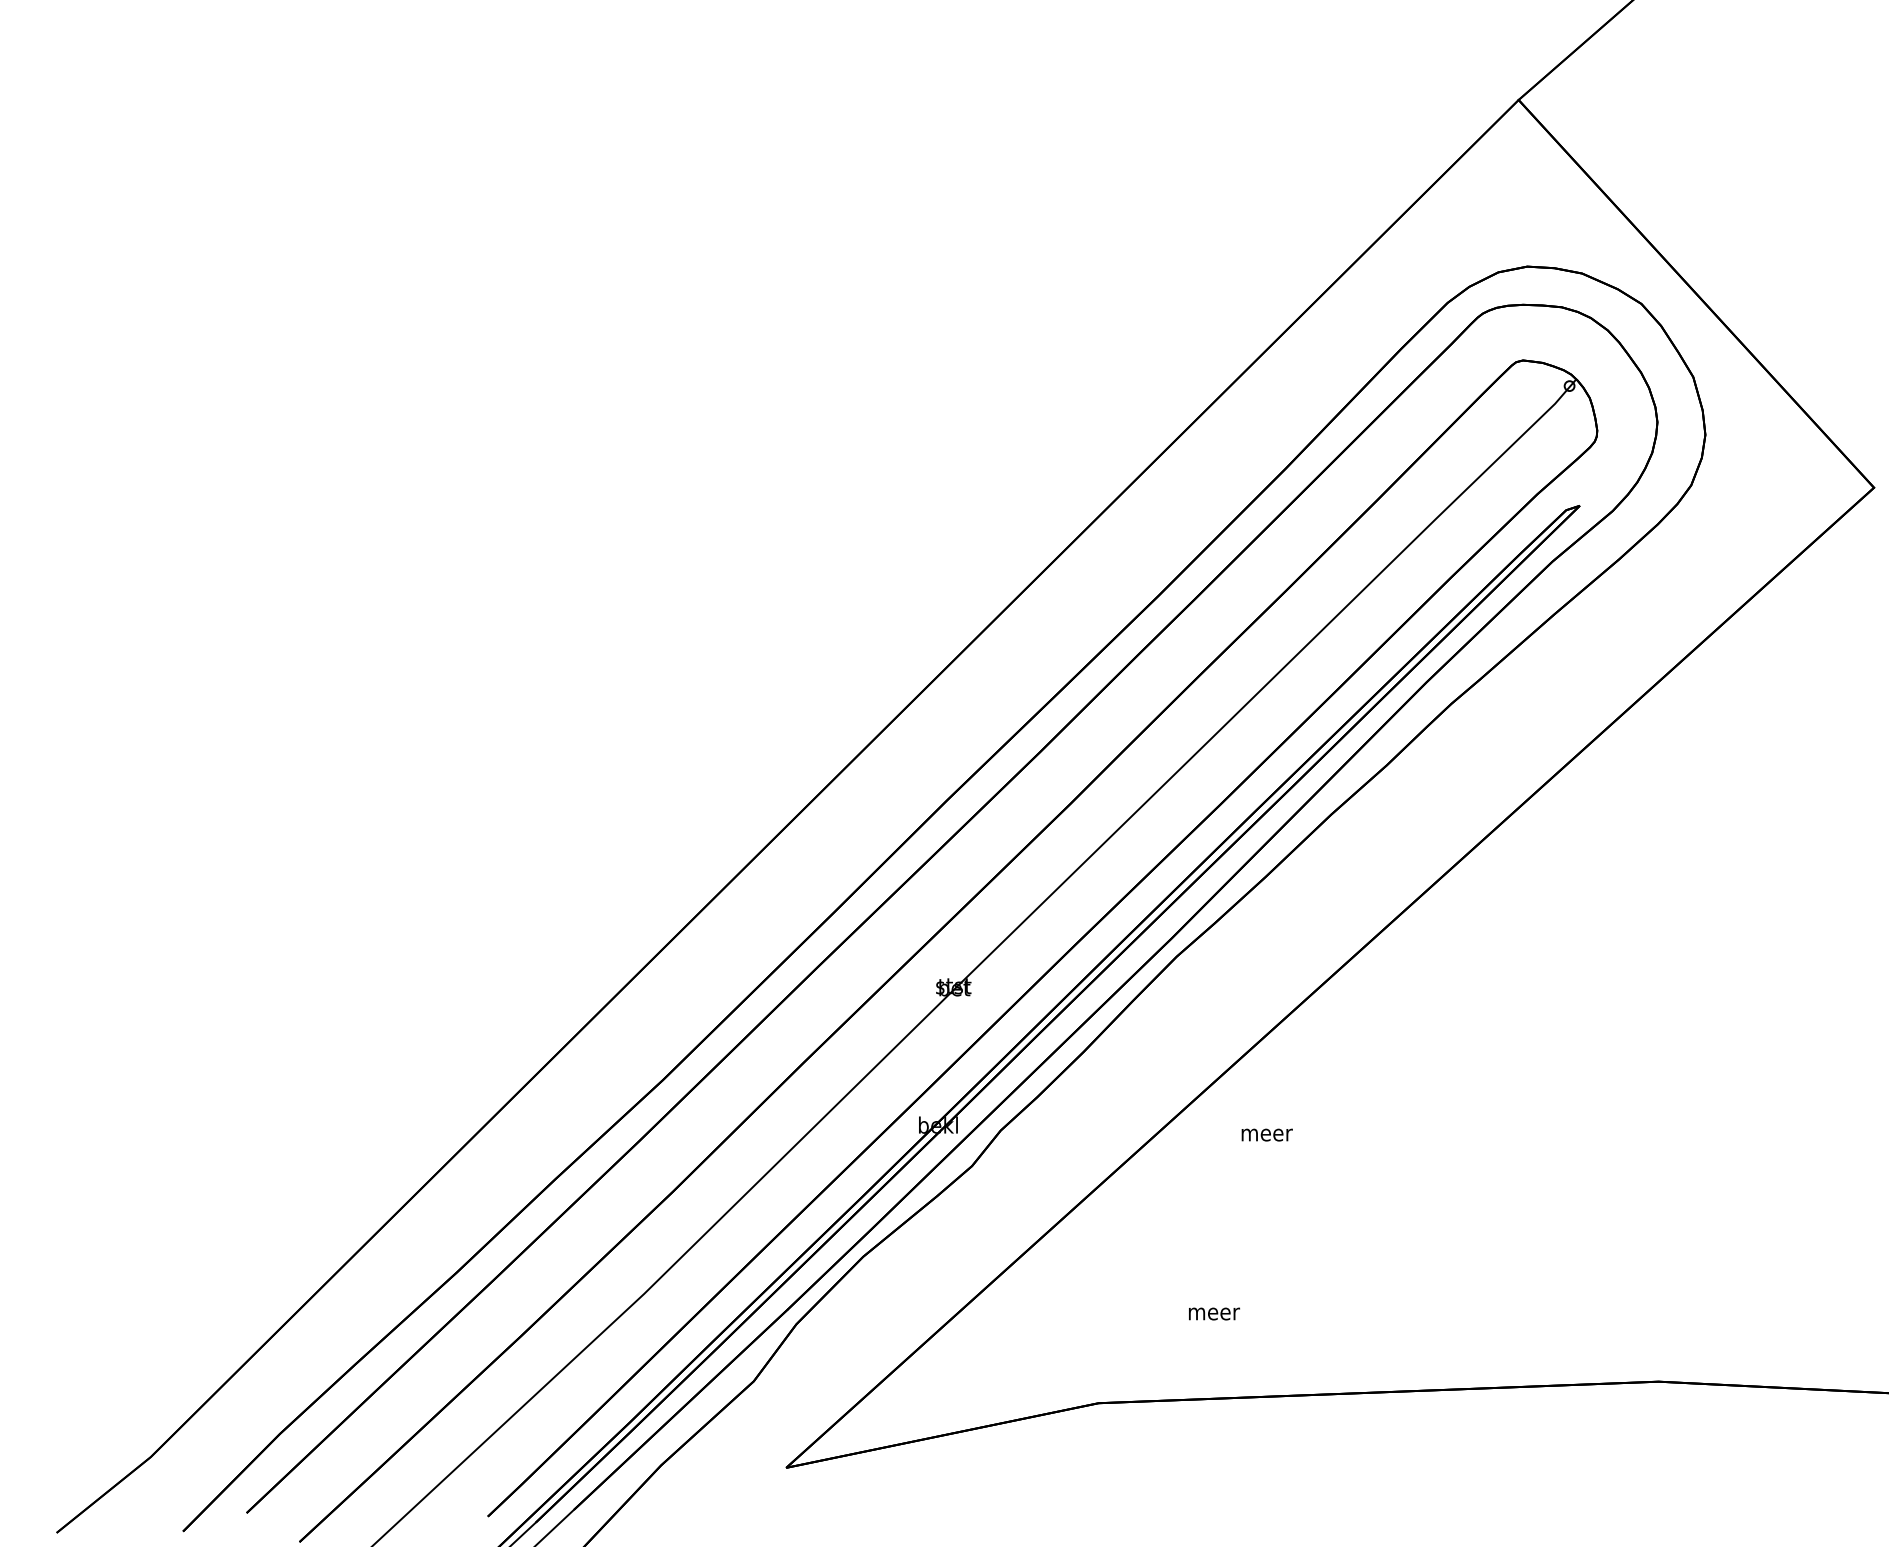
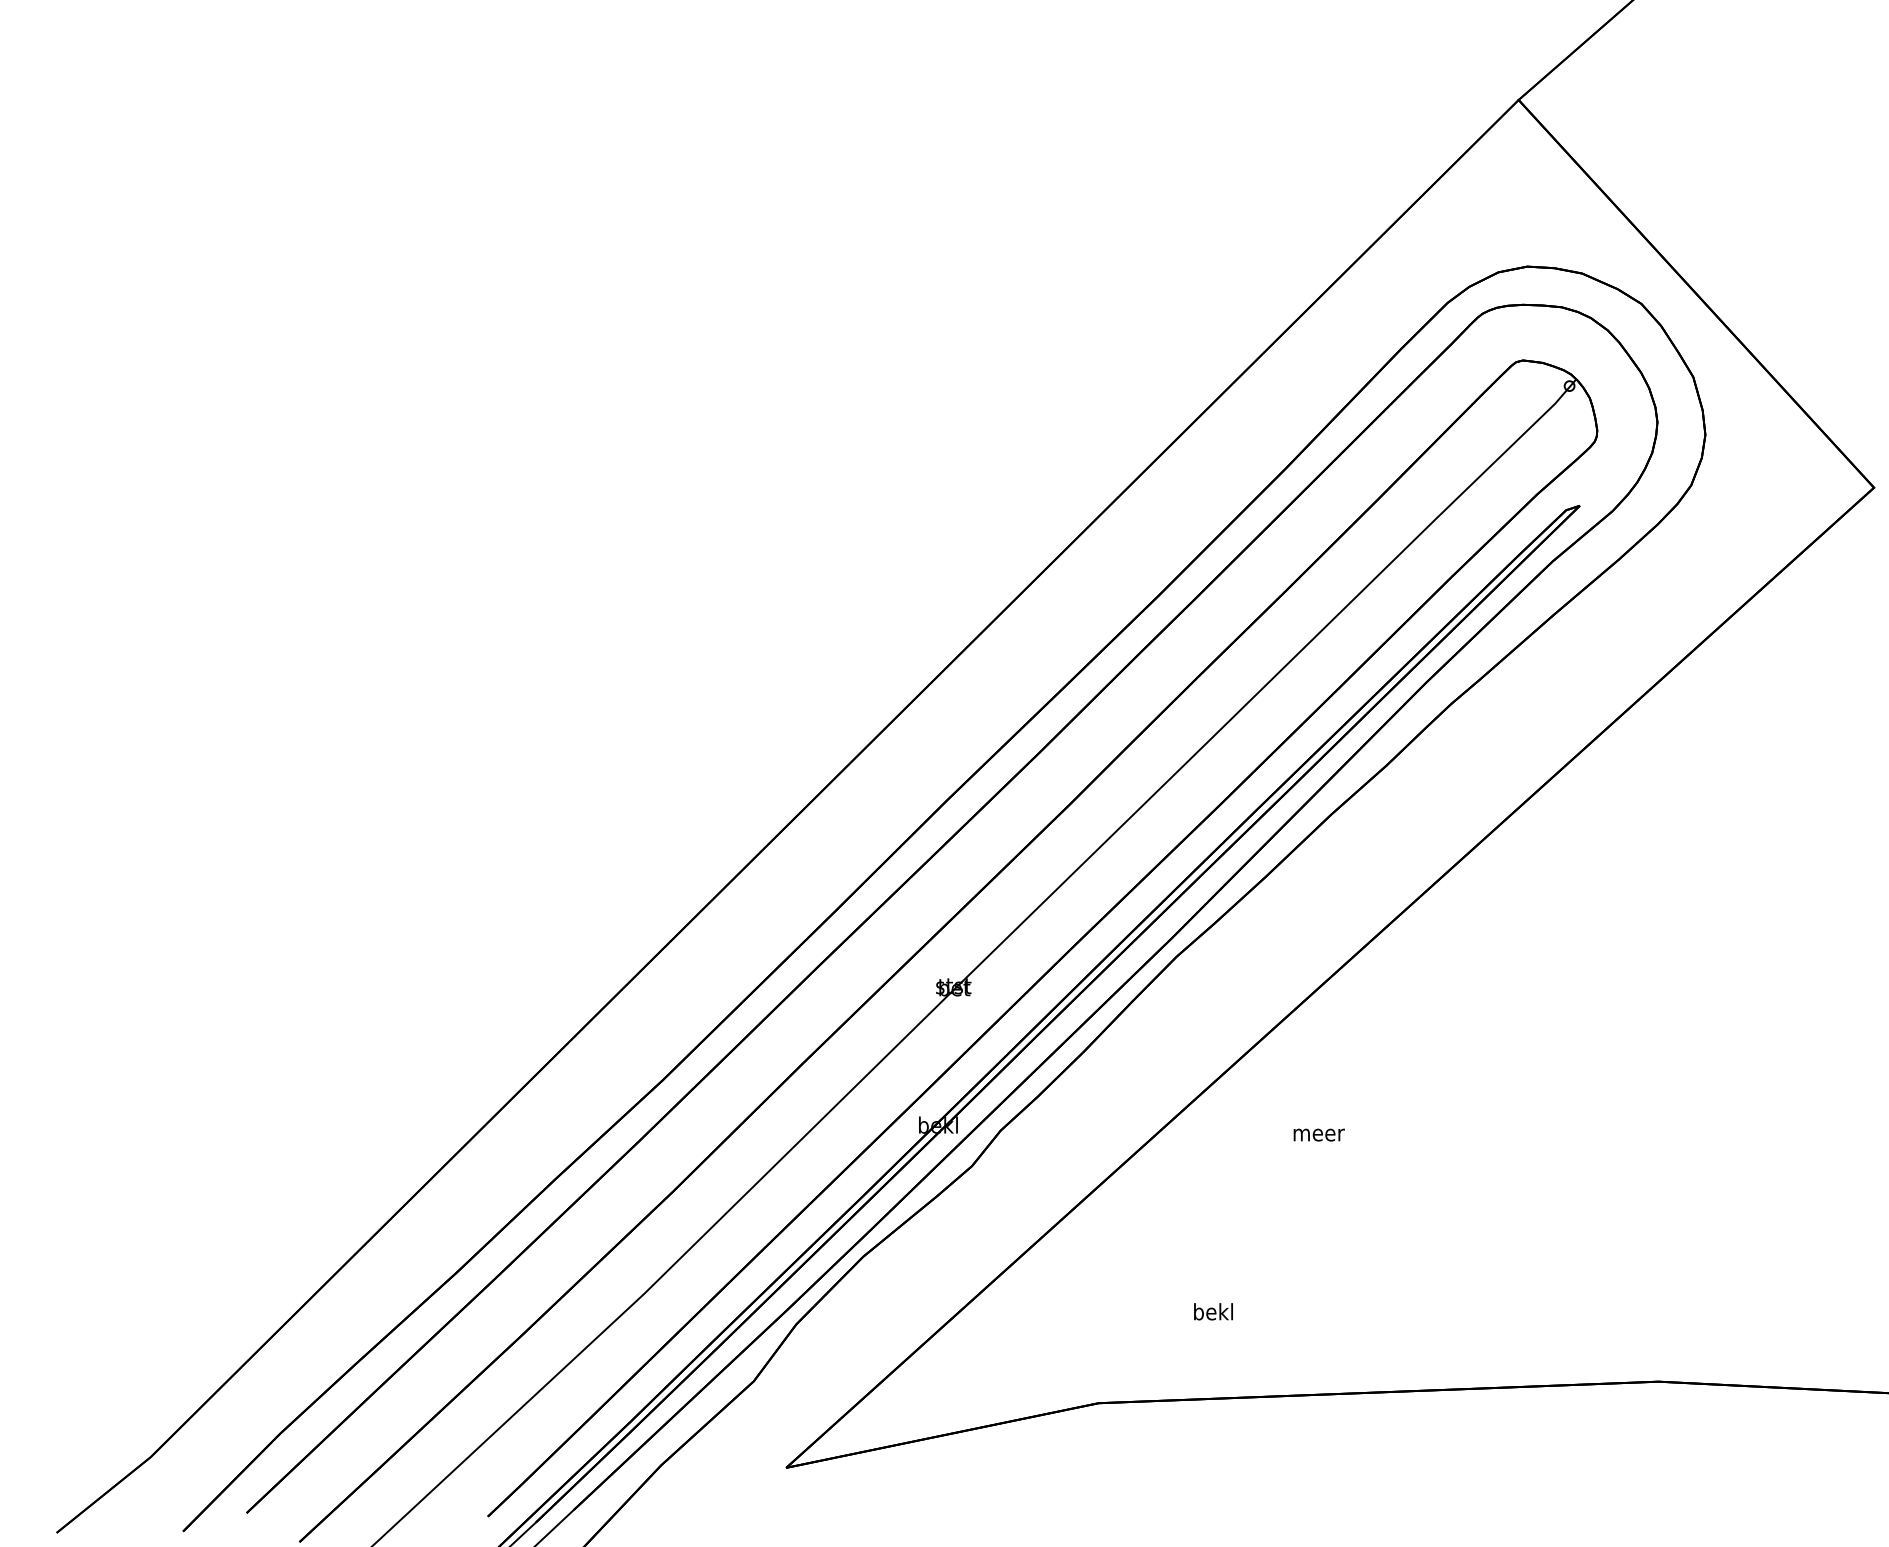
text at (1266, 1134) position: (1266, 1134) -> (1318, 1134)
text at (1214, 1311): meer -> bekl
